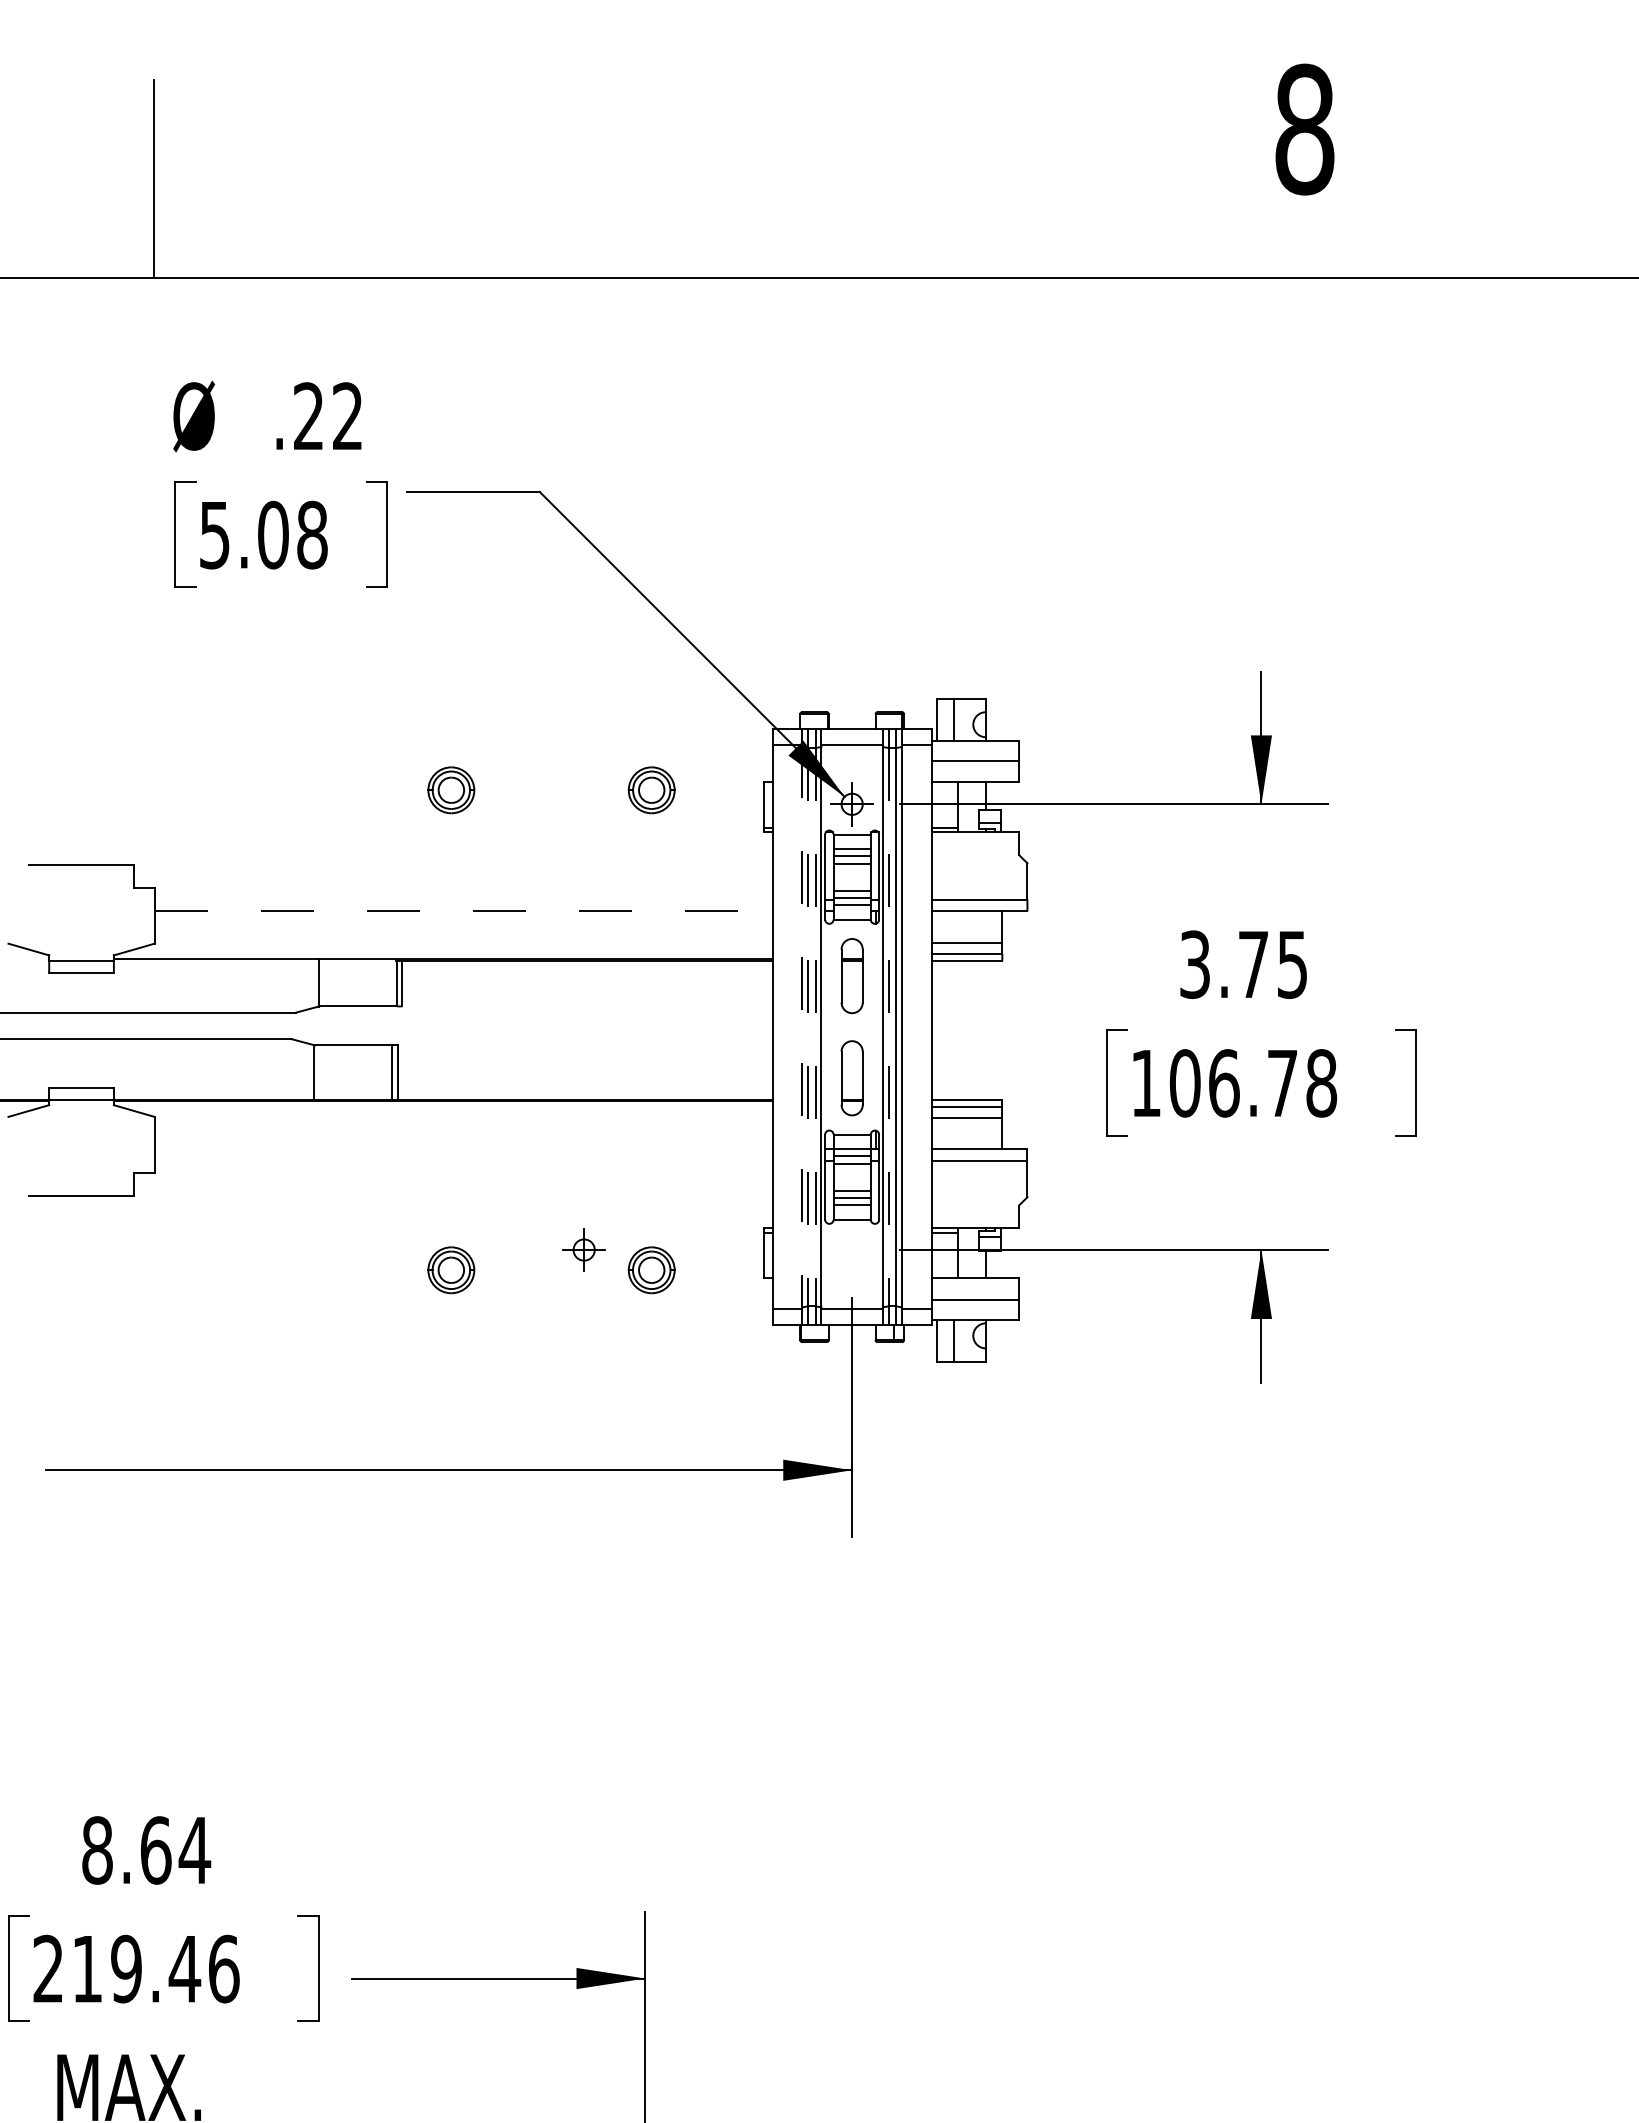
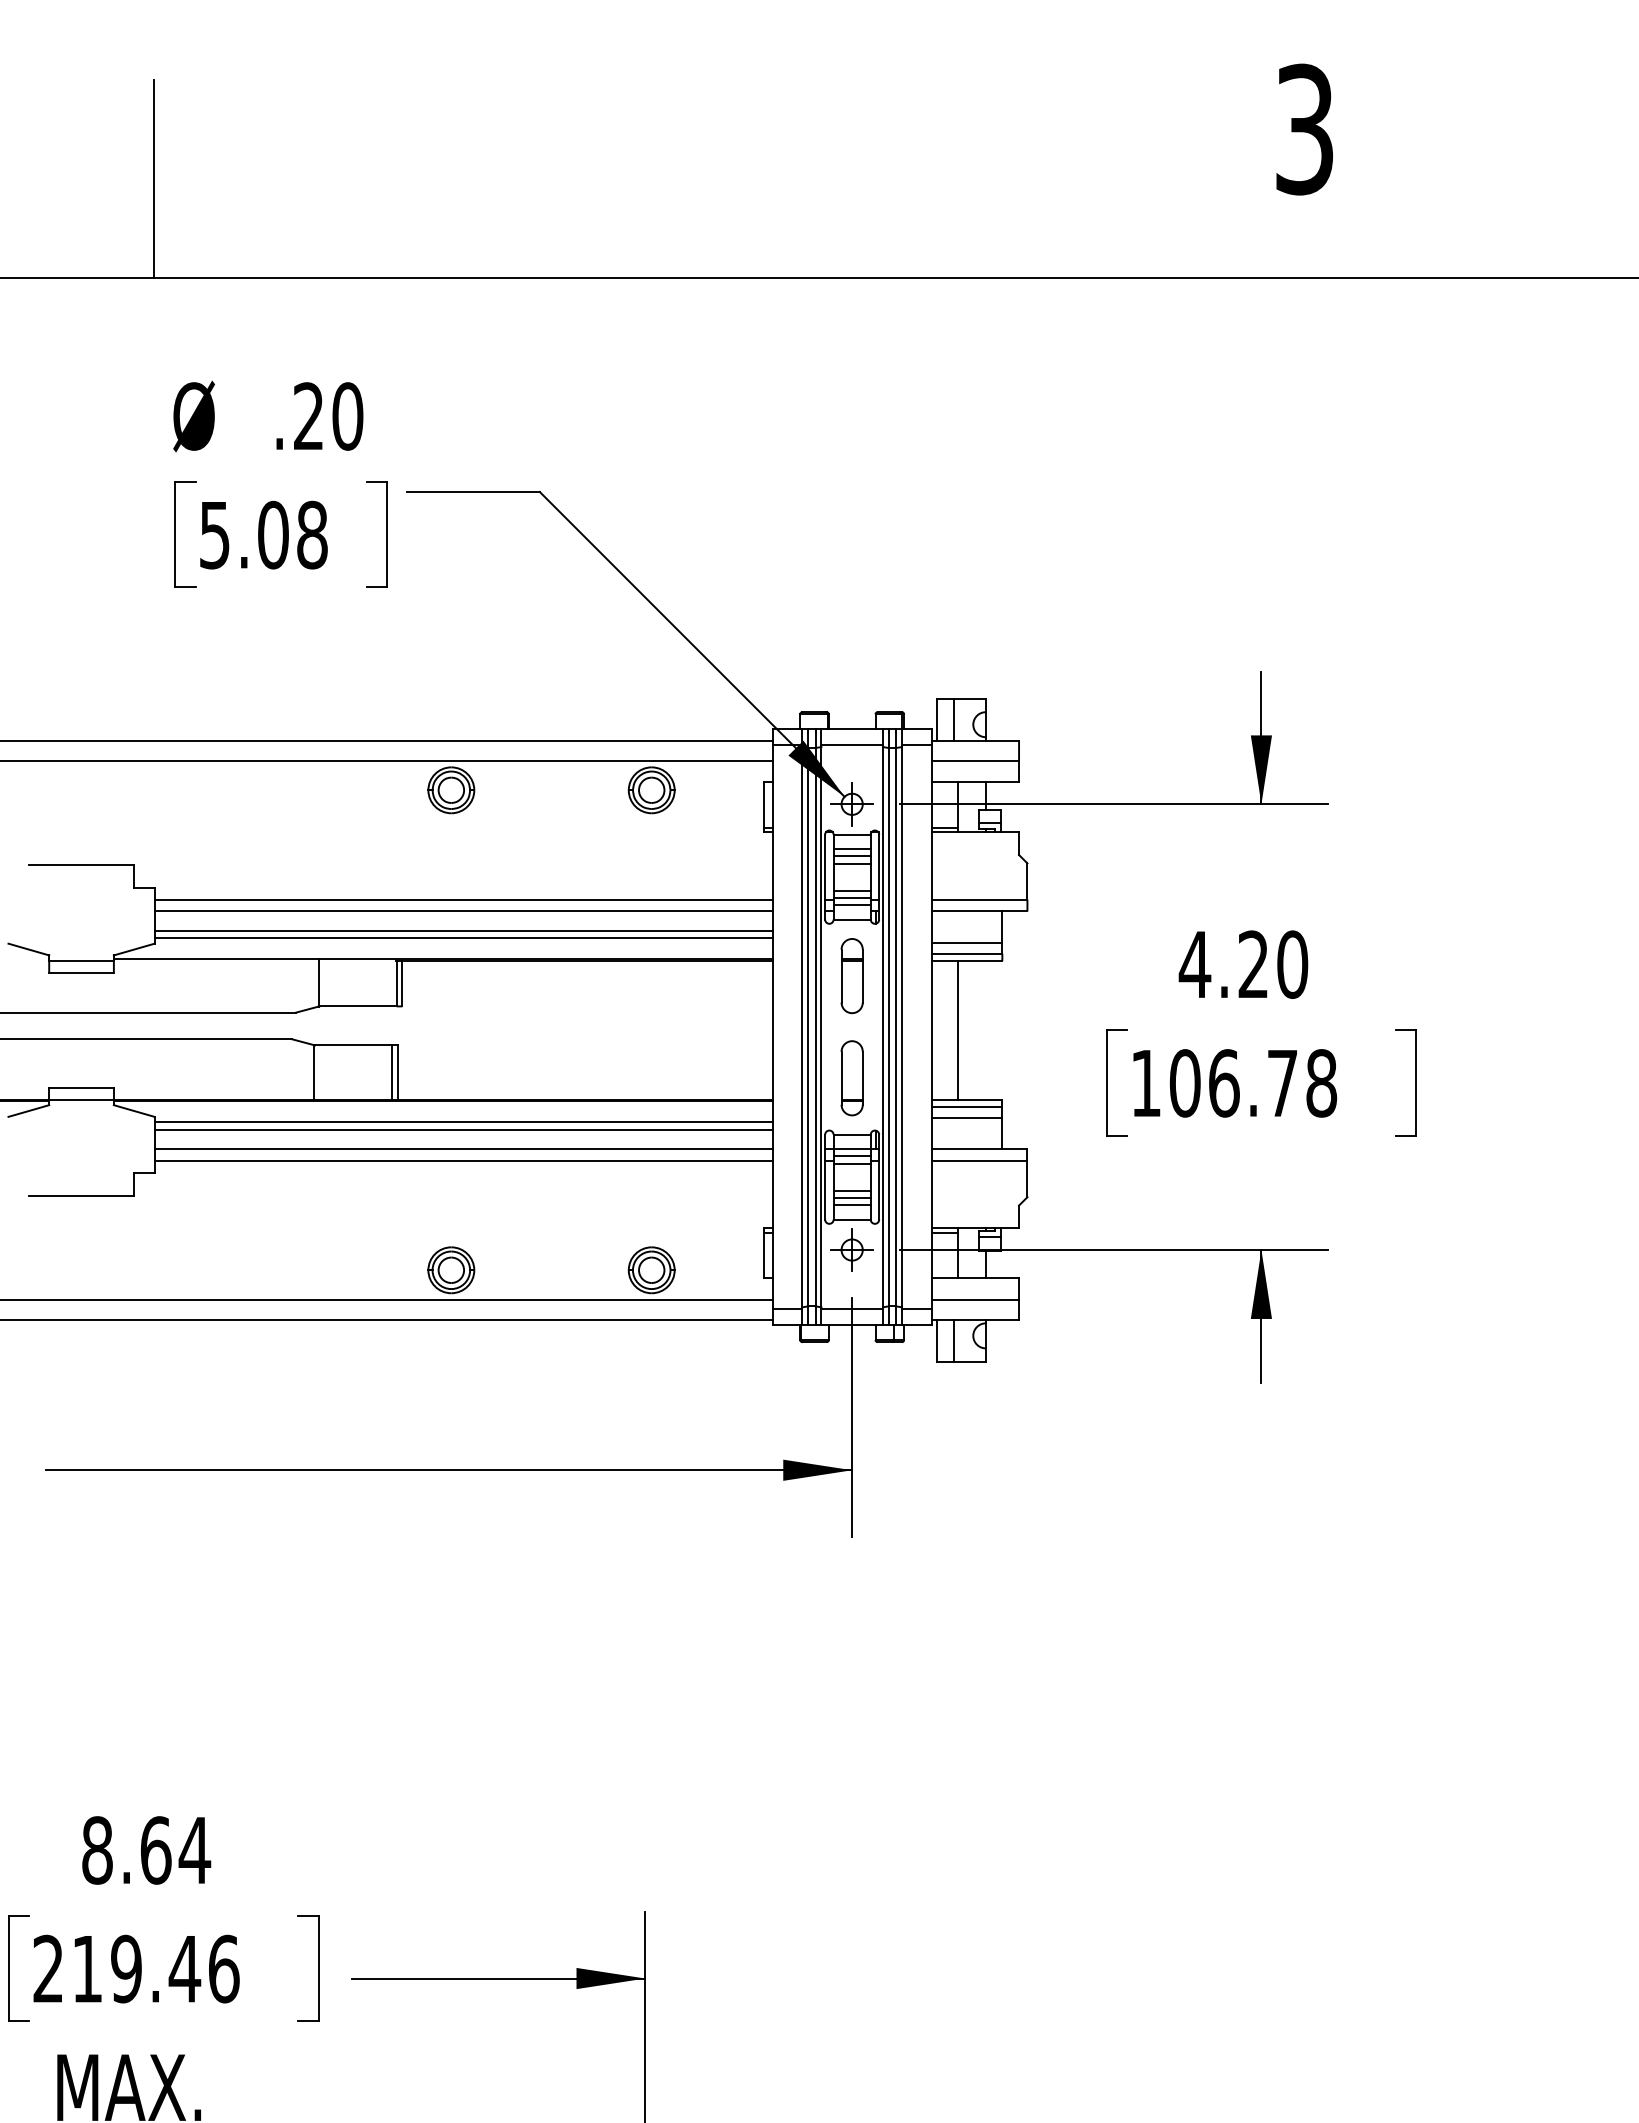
text at (1304, 129): 8 -> 3
text at (347, 416): .22 -> .20
line at (387, 740): none -> present
line at (387, 760): none -> present
line at (463, 899): none -> present
line at (464, 911): dashed -> solid
line at (463, 930): none -> present
line at (463, 938): none -> present
text at (1243, 964): 3.75 -> 4.20
line at (802, 1027): dashed -> solid
line at (808, 1027): dashed -> solid
line at (815, 1027): dashed -> solid
line at (888, 1027): dashed -> solid
line at (958, 1029): none -> present
line at (463, 1122): none -> present
line at (463, 1129): none -> present
line at (463, 1149): none -> present
line at (463, 1160): none -> present
part at (583, 1249) position: (583, 1249) -> (851, 1249)
line at (387, 1299): none -> present
line at (387, 1319): none -> present
